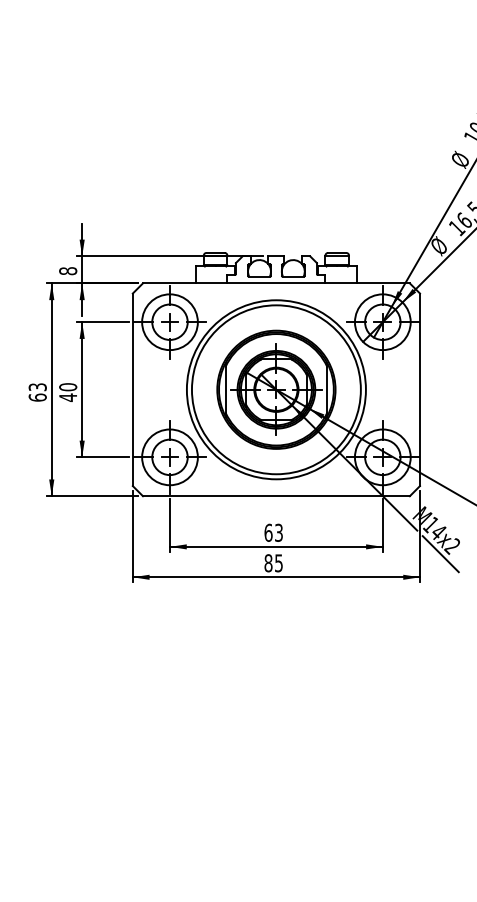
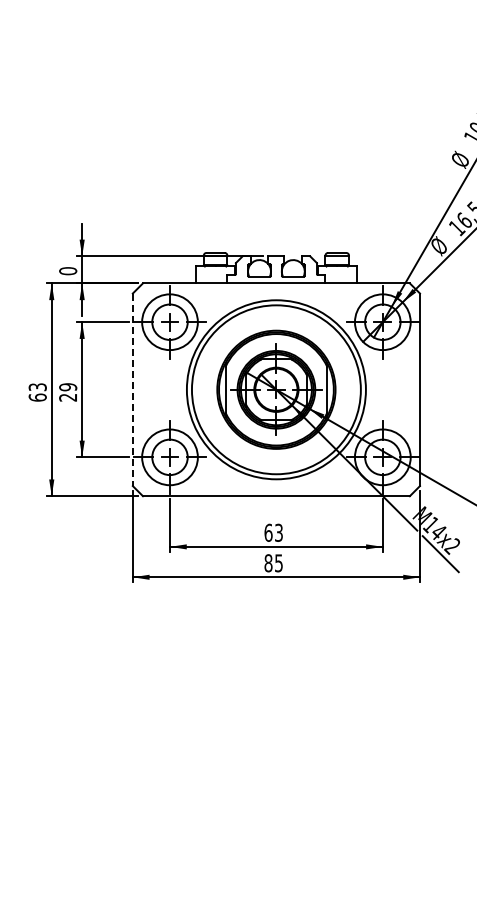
text at (67, 271): 8 -> 0
line at (132, 390): solid -> dashed
text at (68, 392): 40 -> 29
